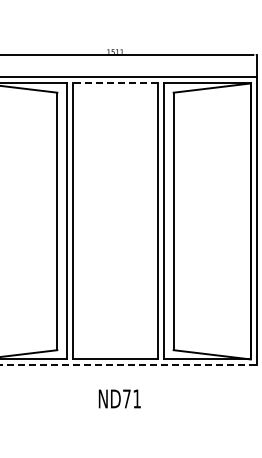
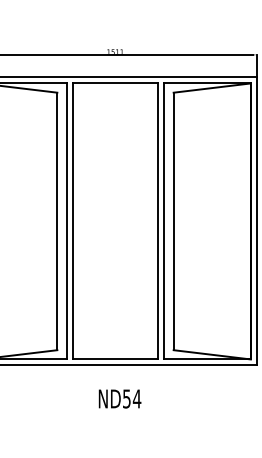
line at (115, 83): dashed -> solid
line at (128, 365): dashed -> solid
text at (132, 398): ND71 -> ND54
